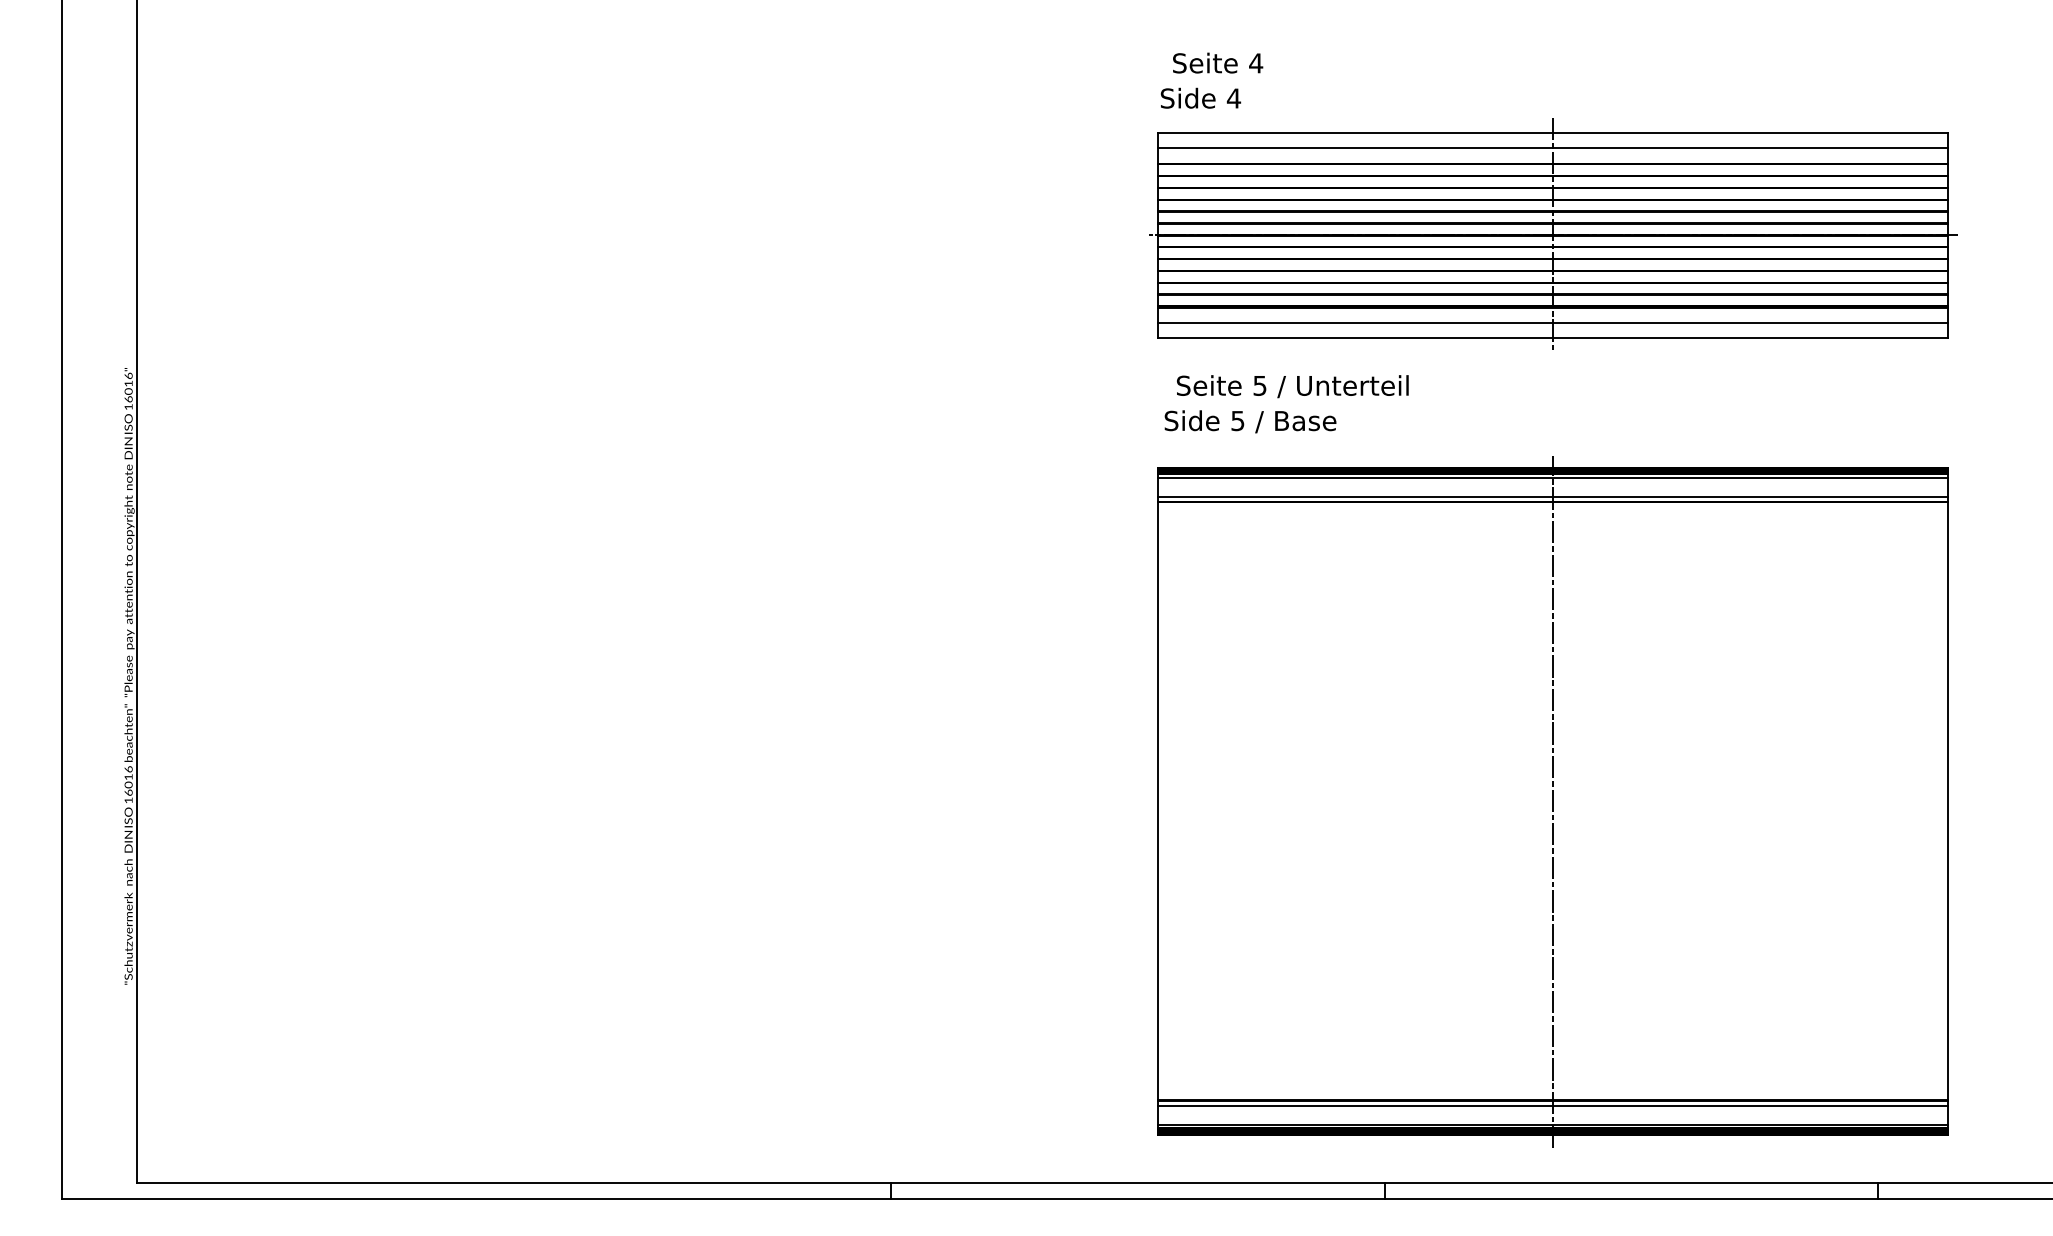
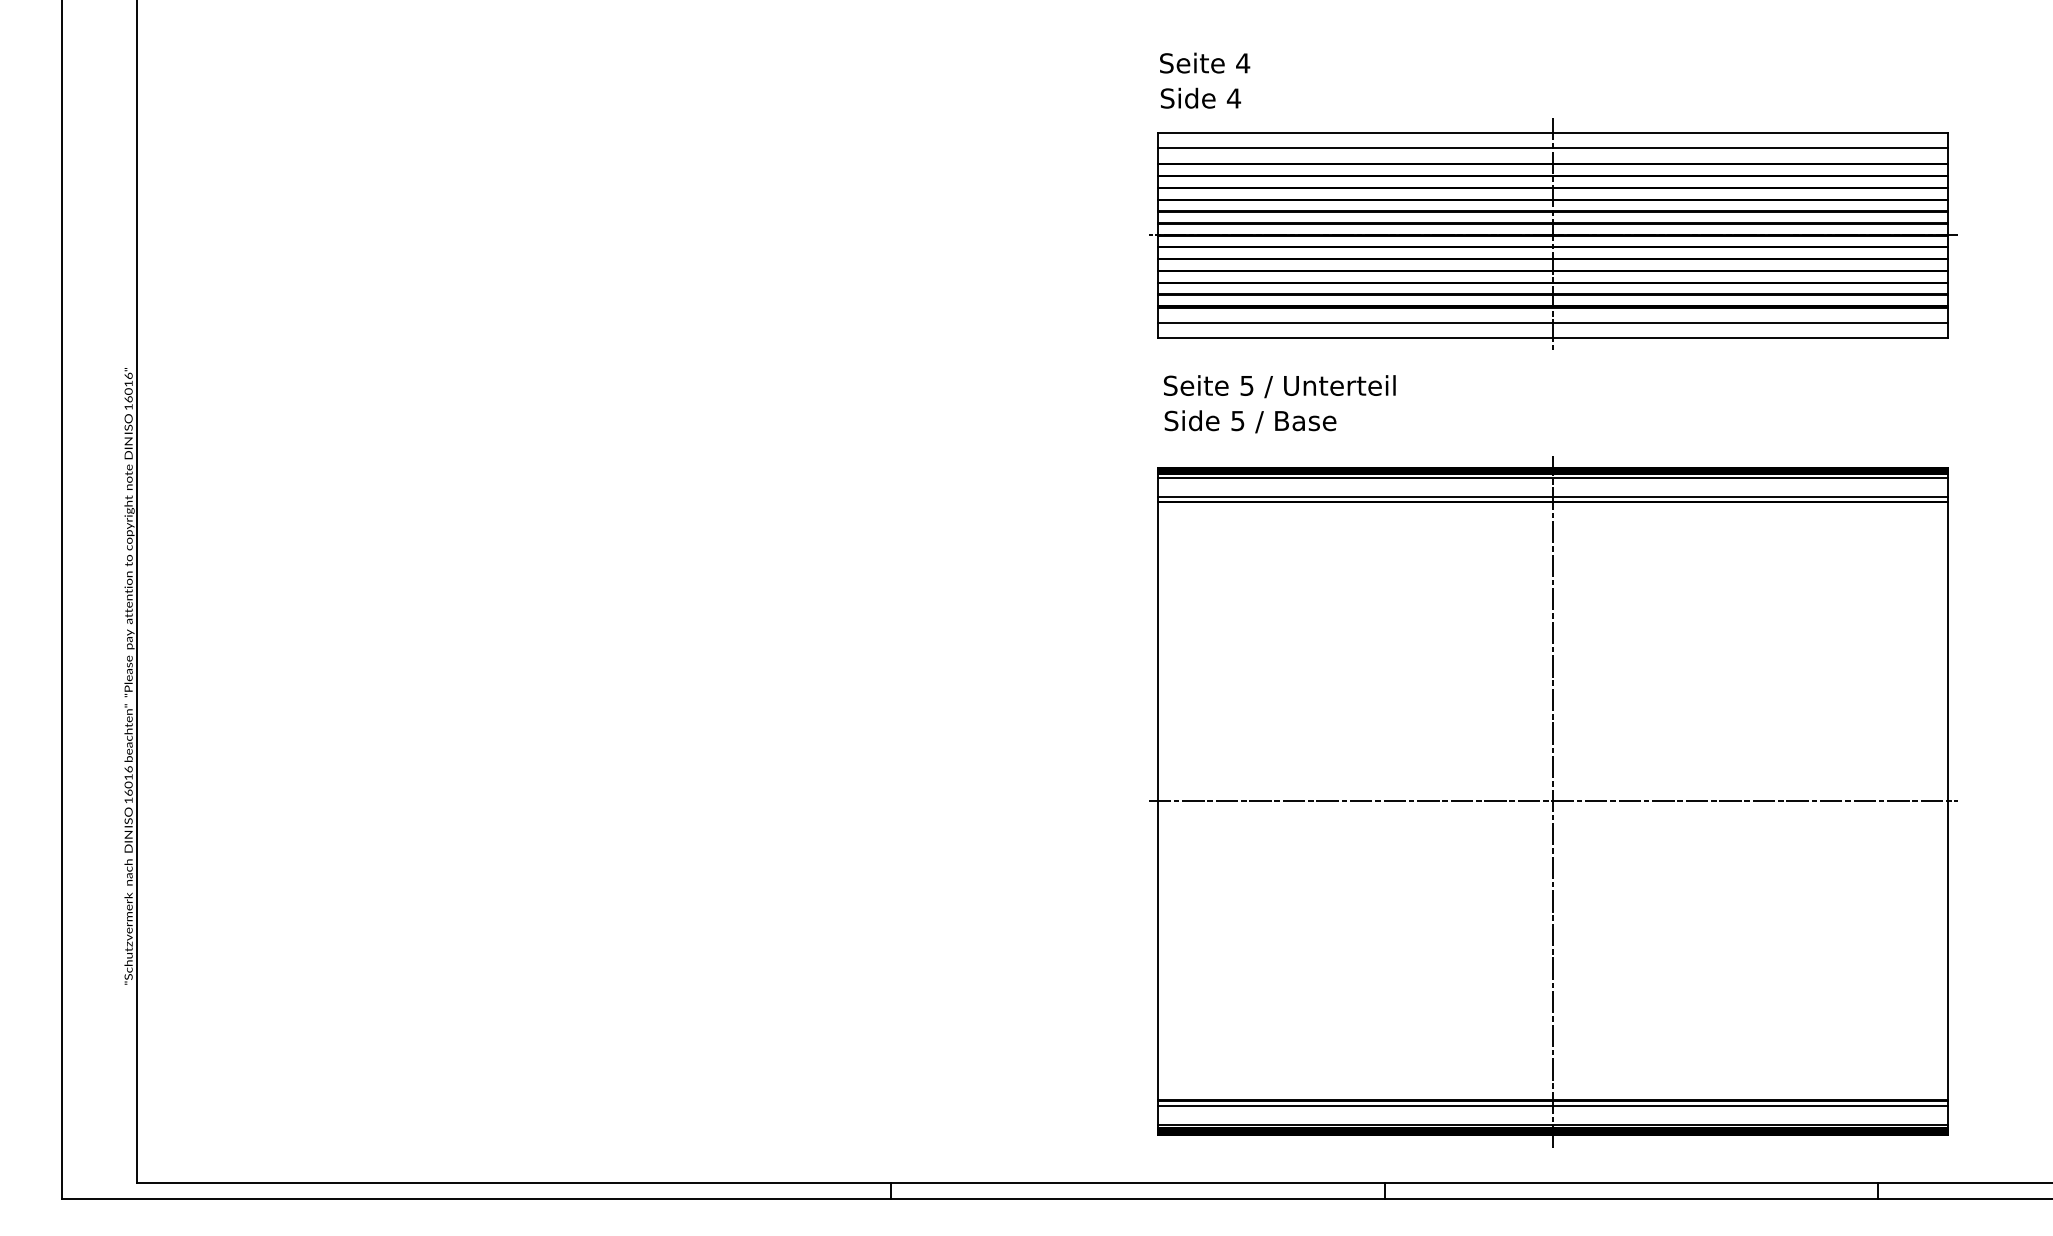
text at (1218, 62) position: (1218, 62) -> (1205, 62)
text at (1292, 386) position: (1292, 386) -> (1279, 386)
line at (1553, 801): none -> present
